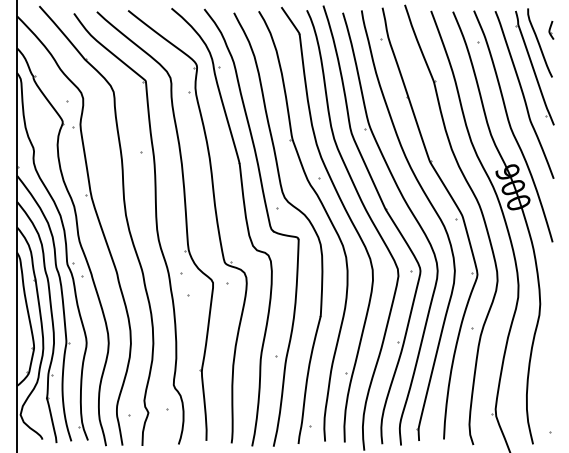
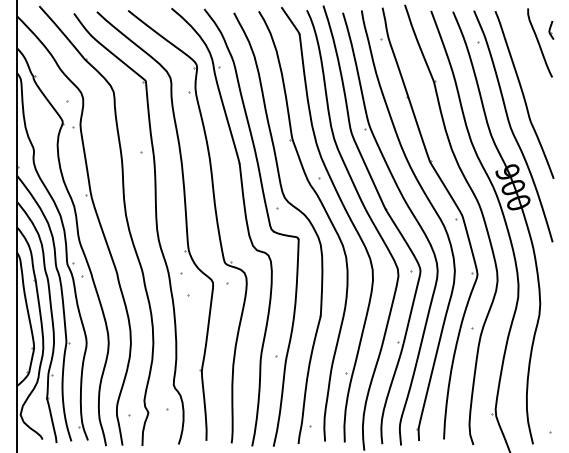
part at (534, 67): present -> none
